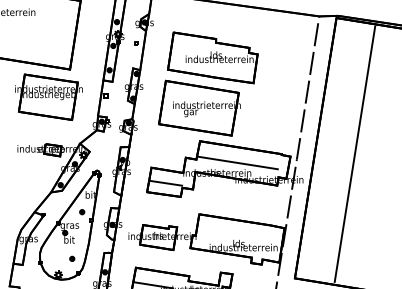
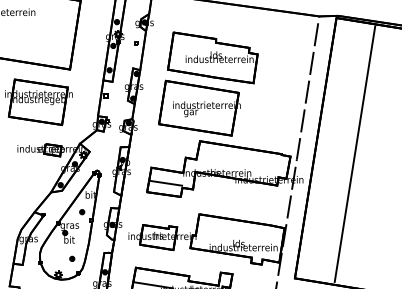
part at (48, 96) position: (48, 96) -> (38, 101)
line at (237, 162): present -> none
